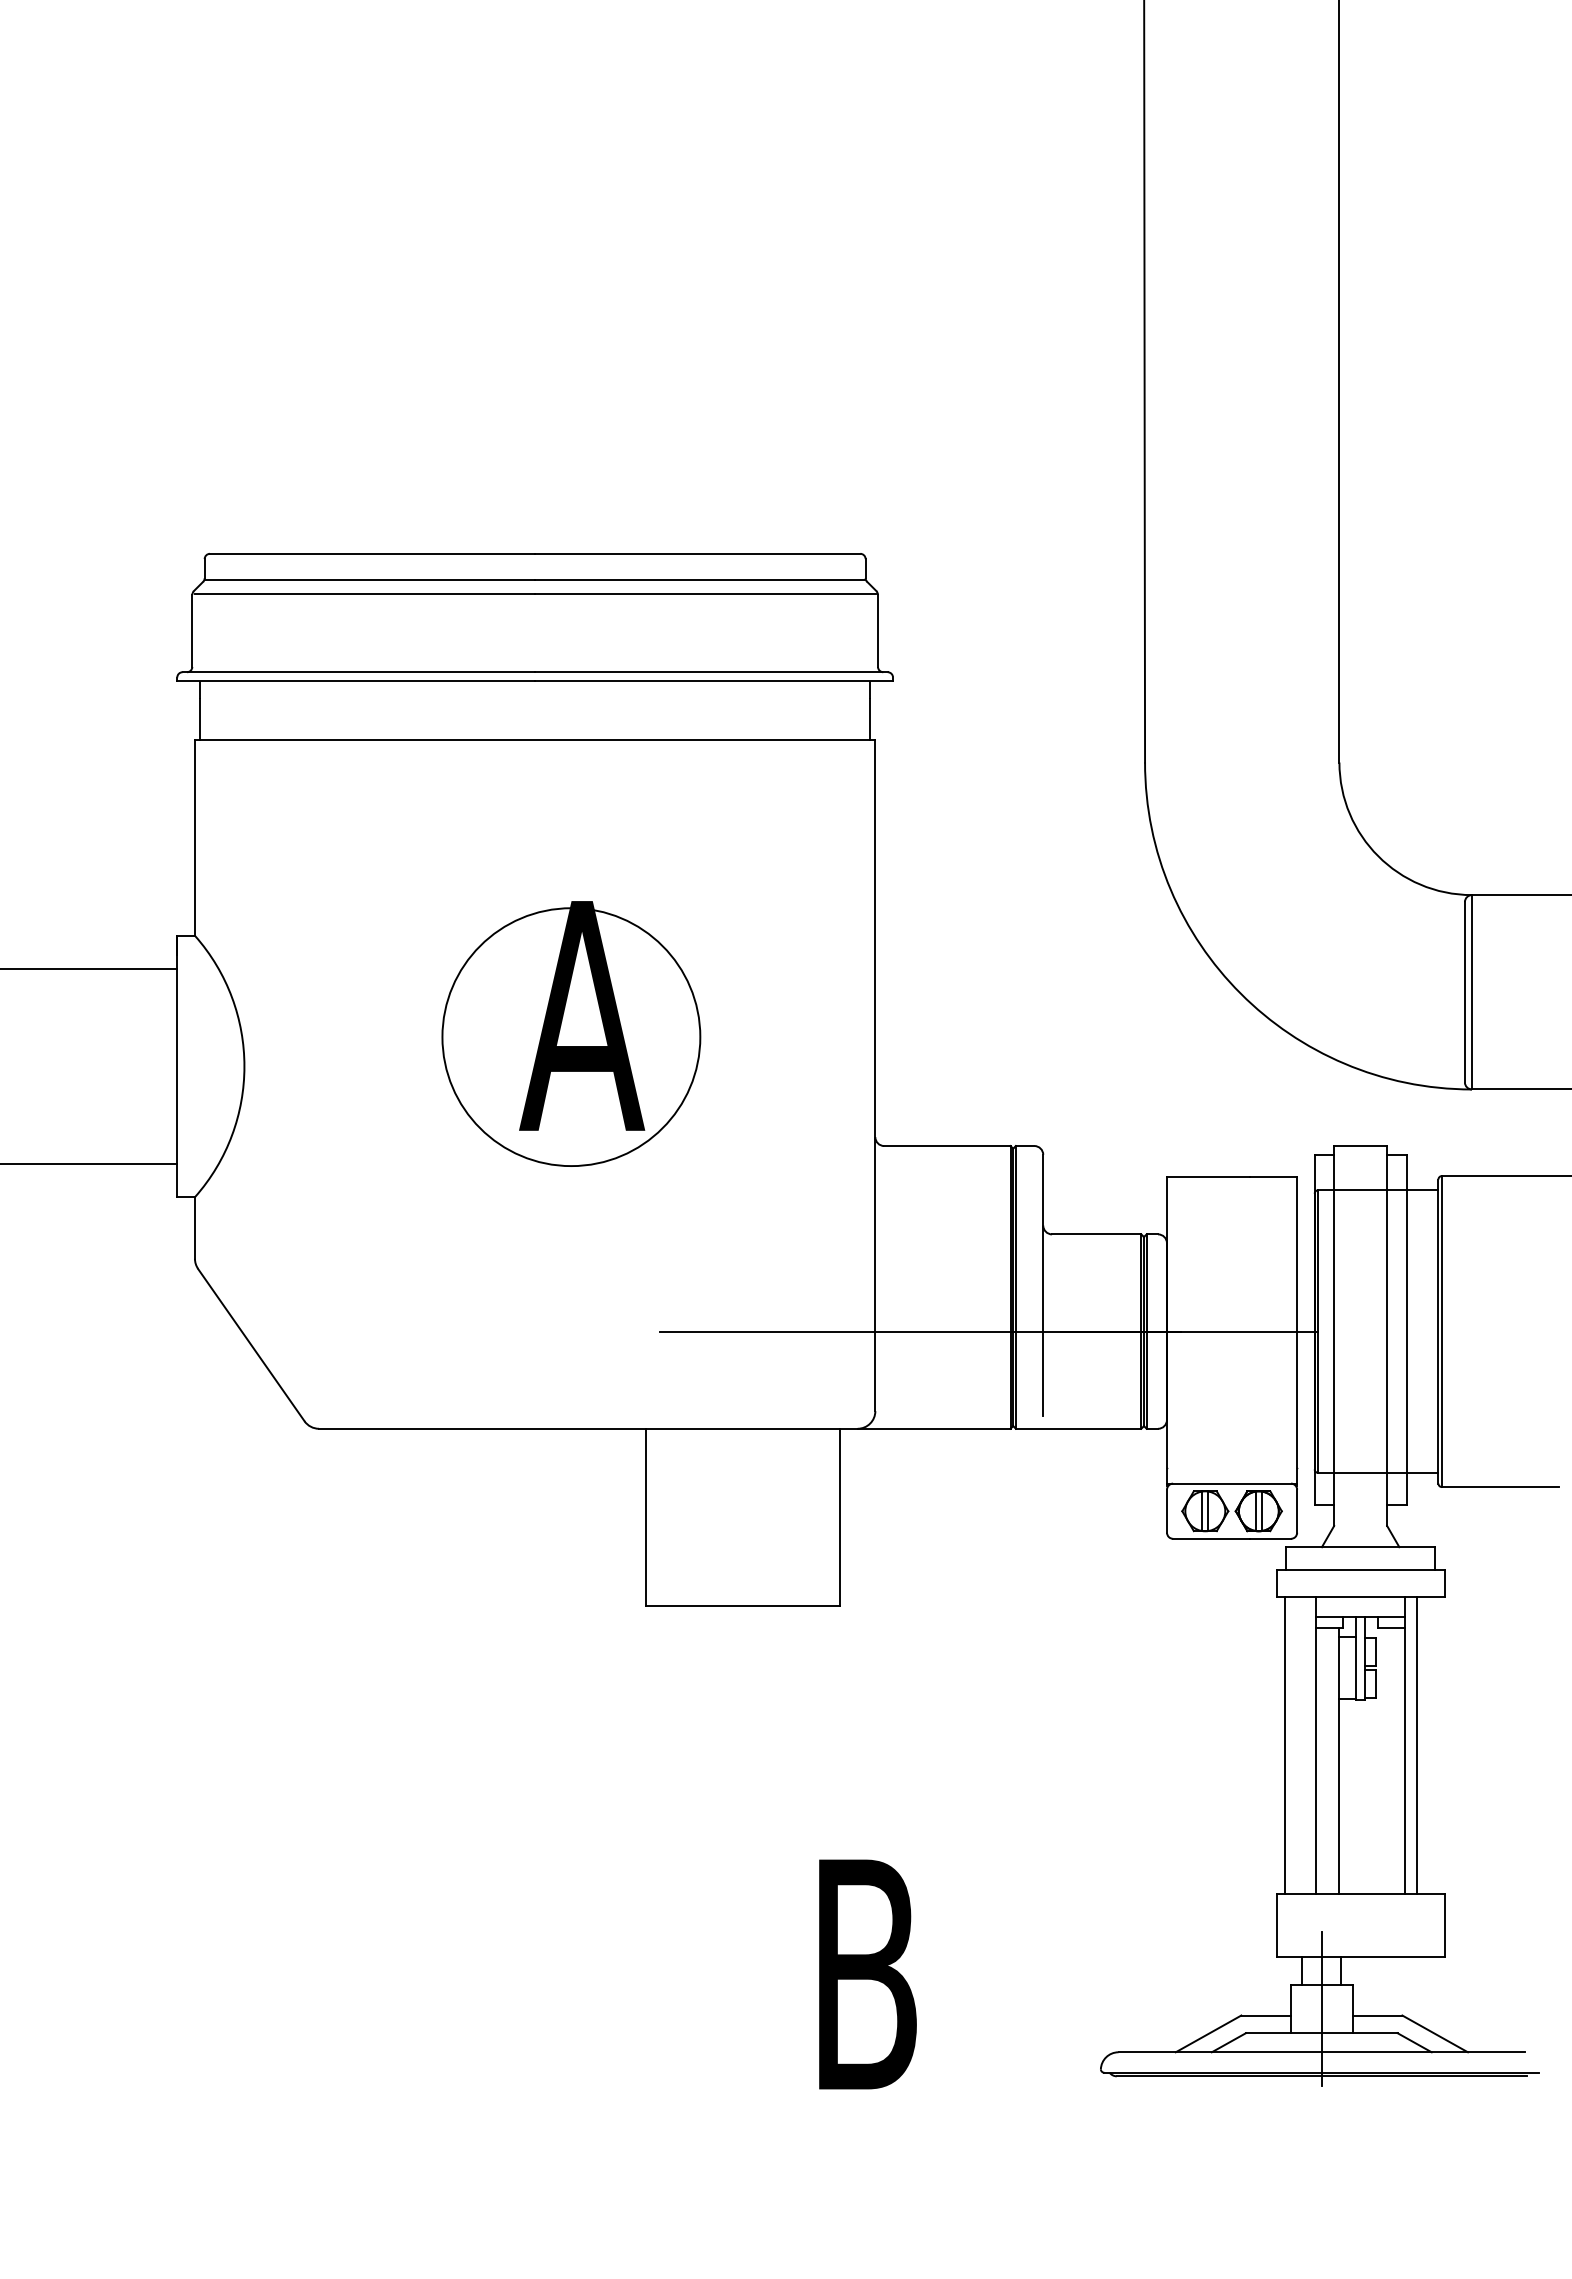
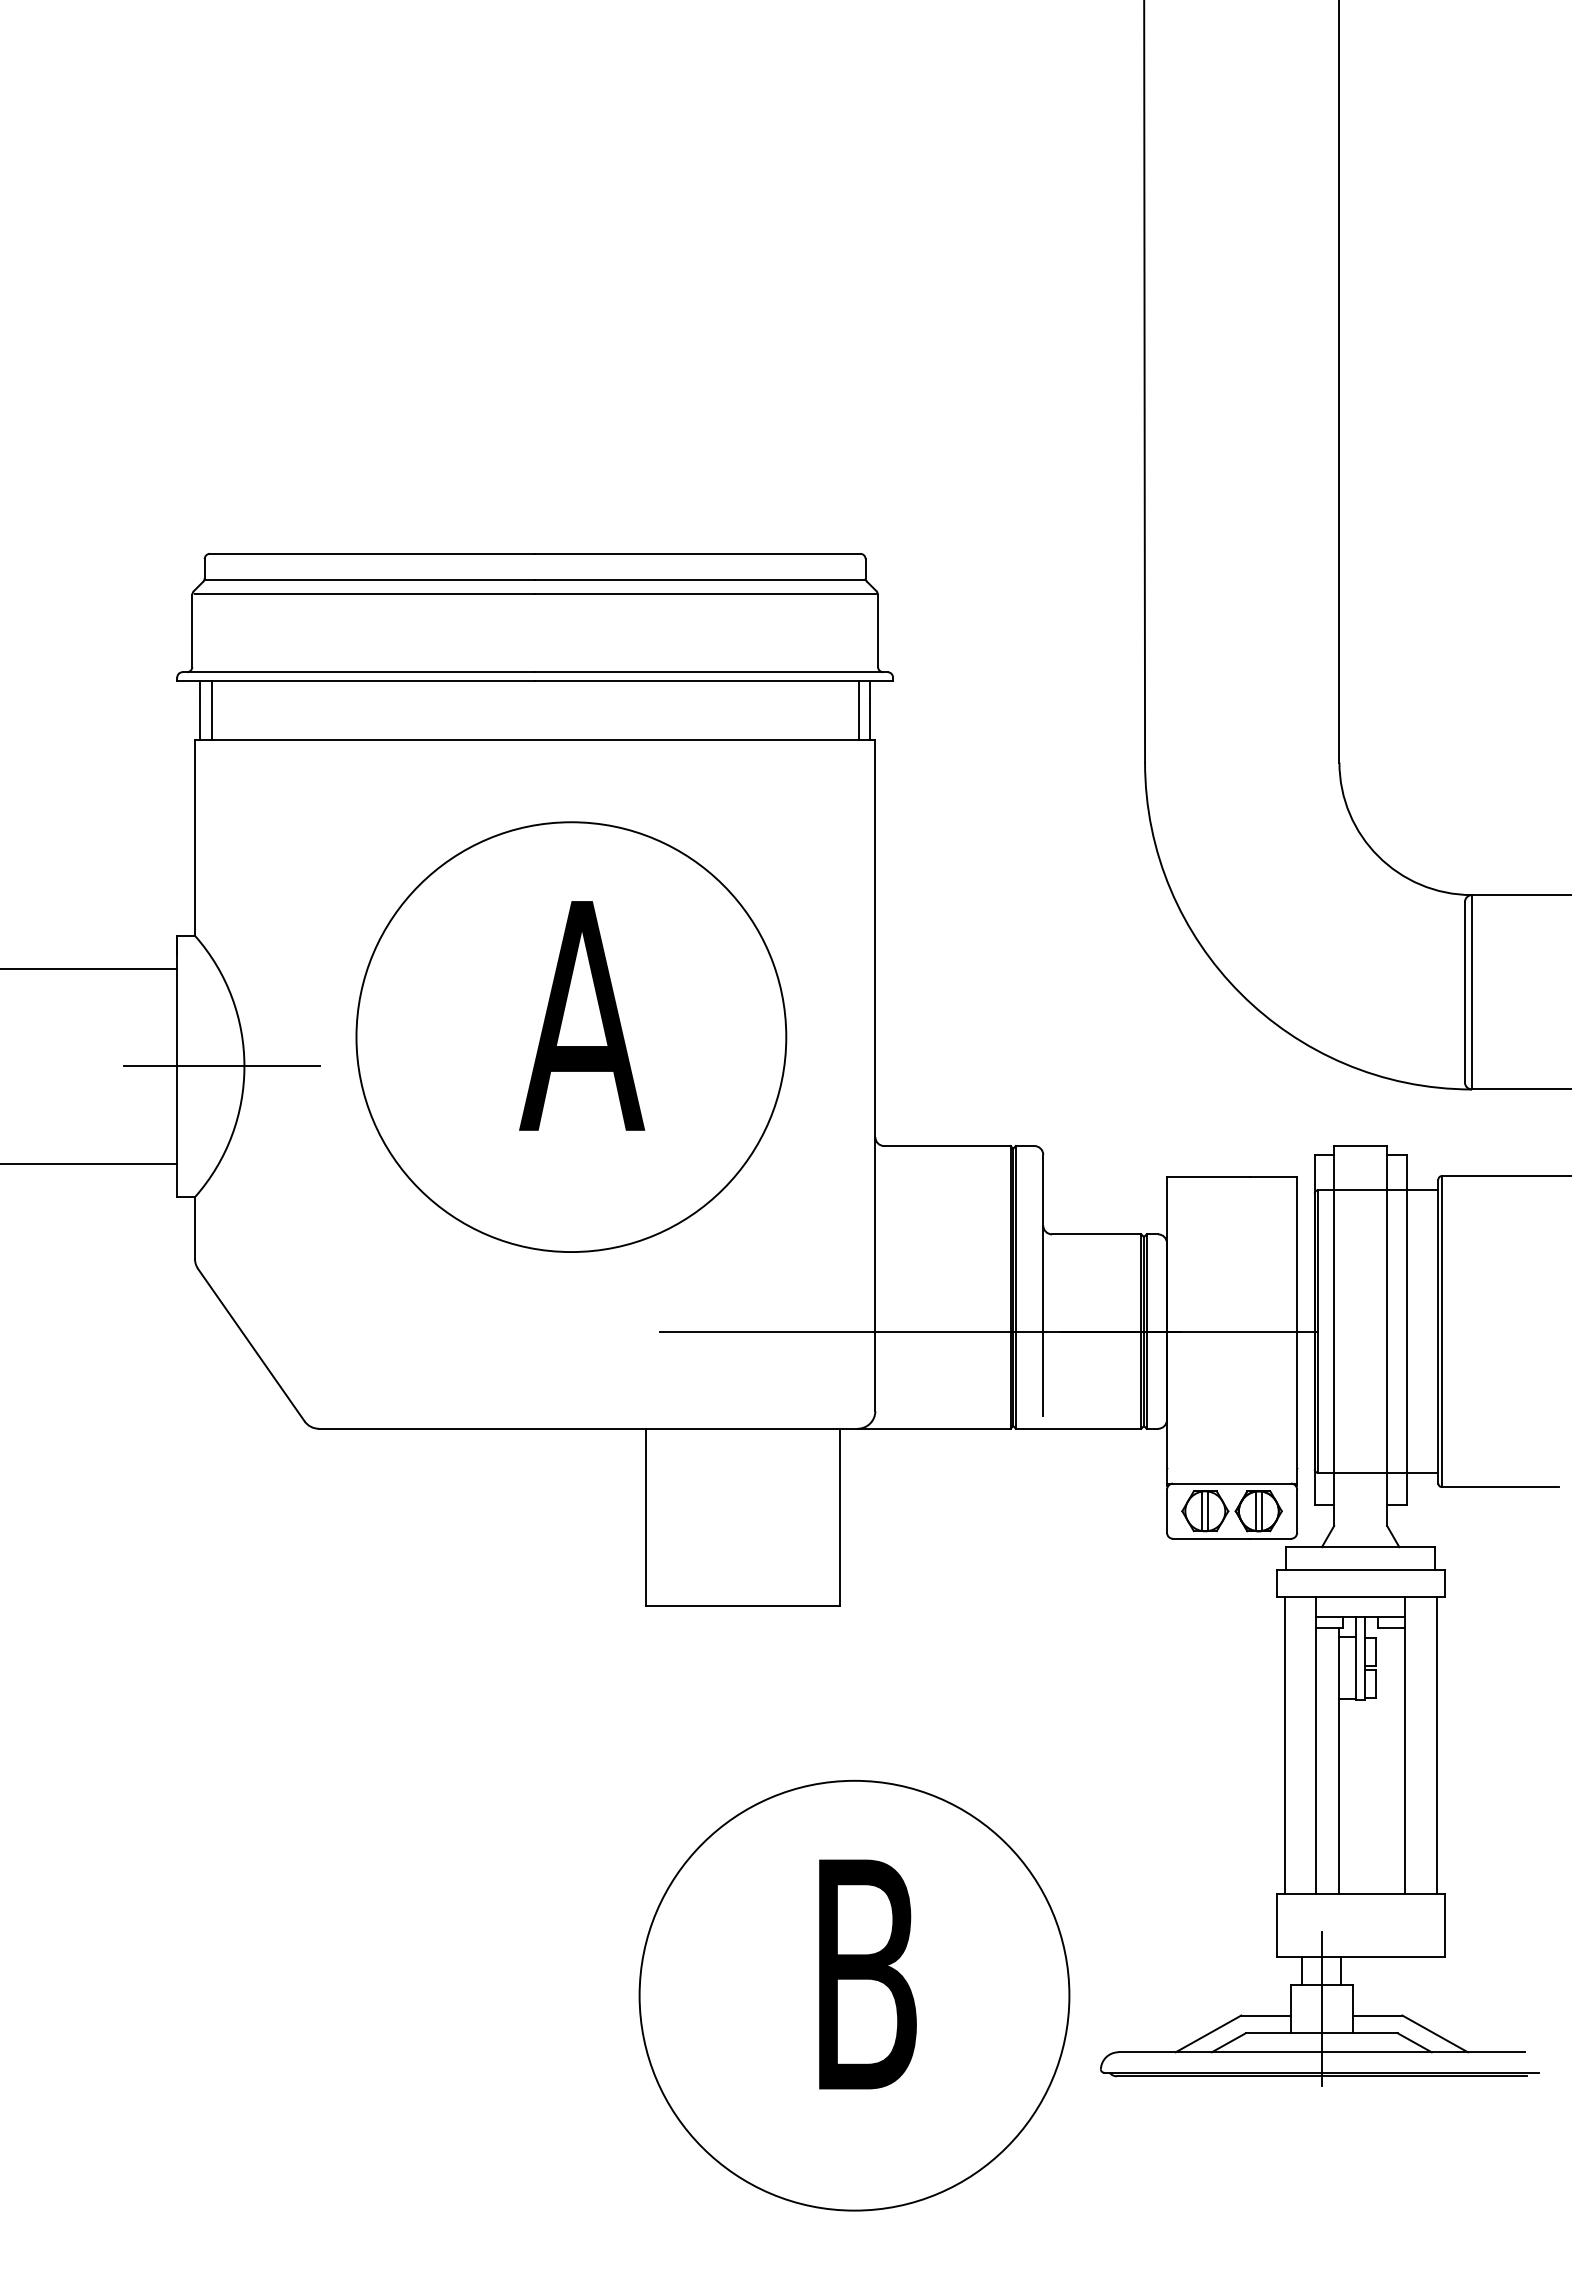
line at (211, 710): none -> present
line at (858, 710): none -> present
circle at (571, 1037) diameter: 258 px -> 430 px
line at (221, 1066): none -> present
line at (1416, 1744) position: (1416, 1744) -> (1436, 1744)
circle at (854, 1995): none -> present
